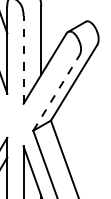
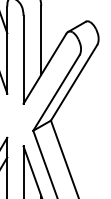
line at (23, 59): dashed -> solid
line at (56, 92): dashed -> solid
